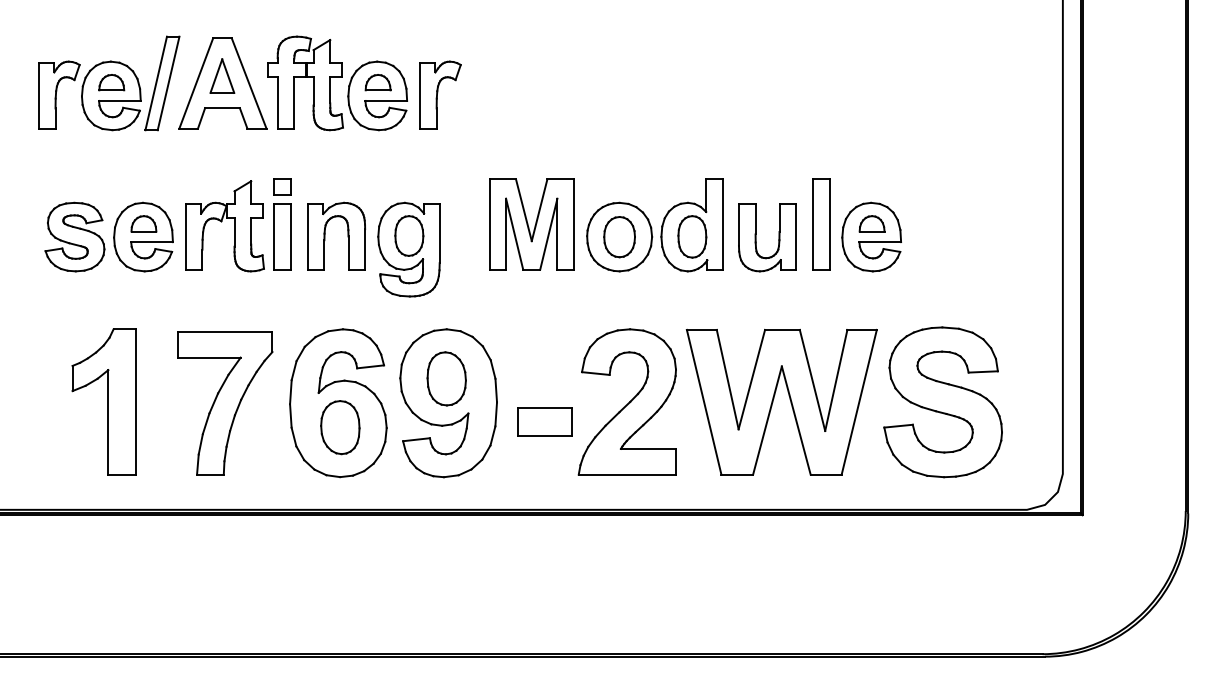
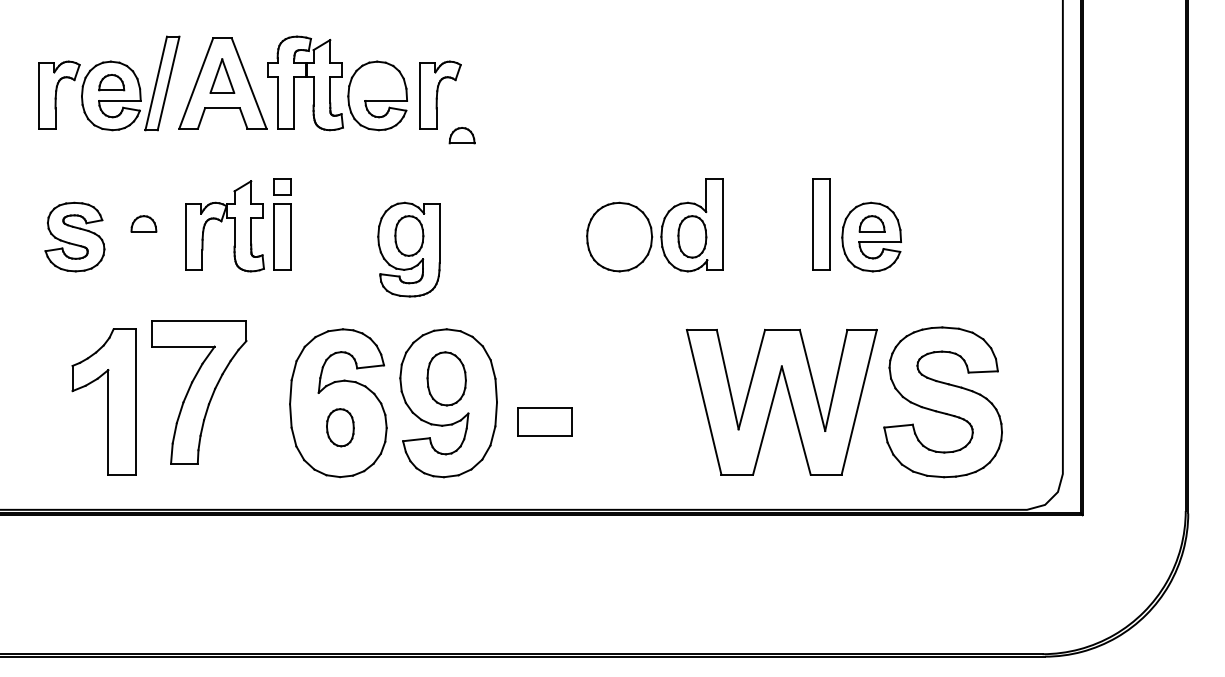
part at (377, 82) position: (377, 82) -> (461, 135)
part at (531, 224): present -> none
part at (325, 235): present -> none
part at (143, 236): present -> none
part at (619, 237): present -> none
part at (756, 237): present -> none
part at (626, 401): present -> none
part at (225, 403) position: (225, 403) -> (199, 392)
part at (340, 427) size: 41x56 px -> 29x40 px
